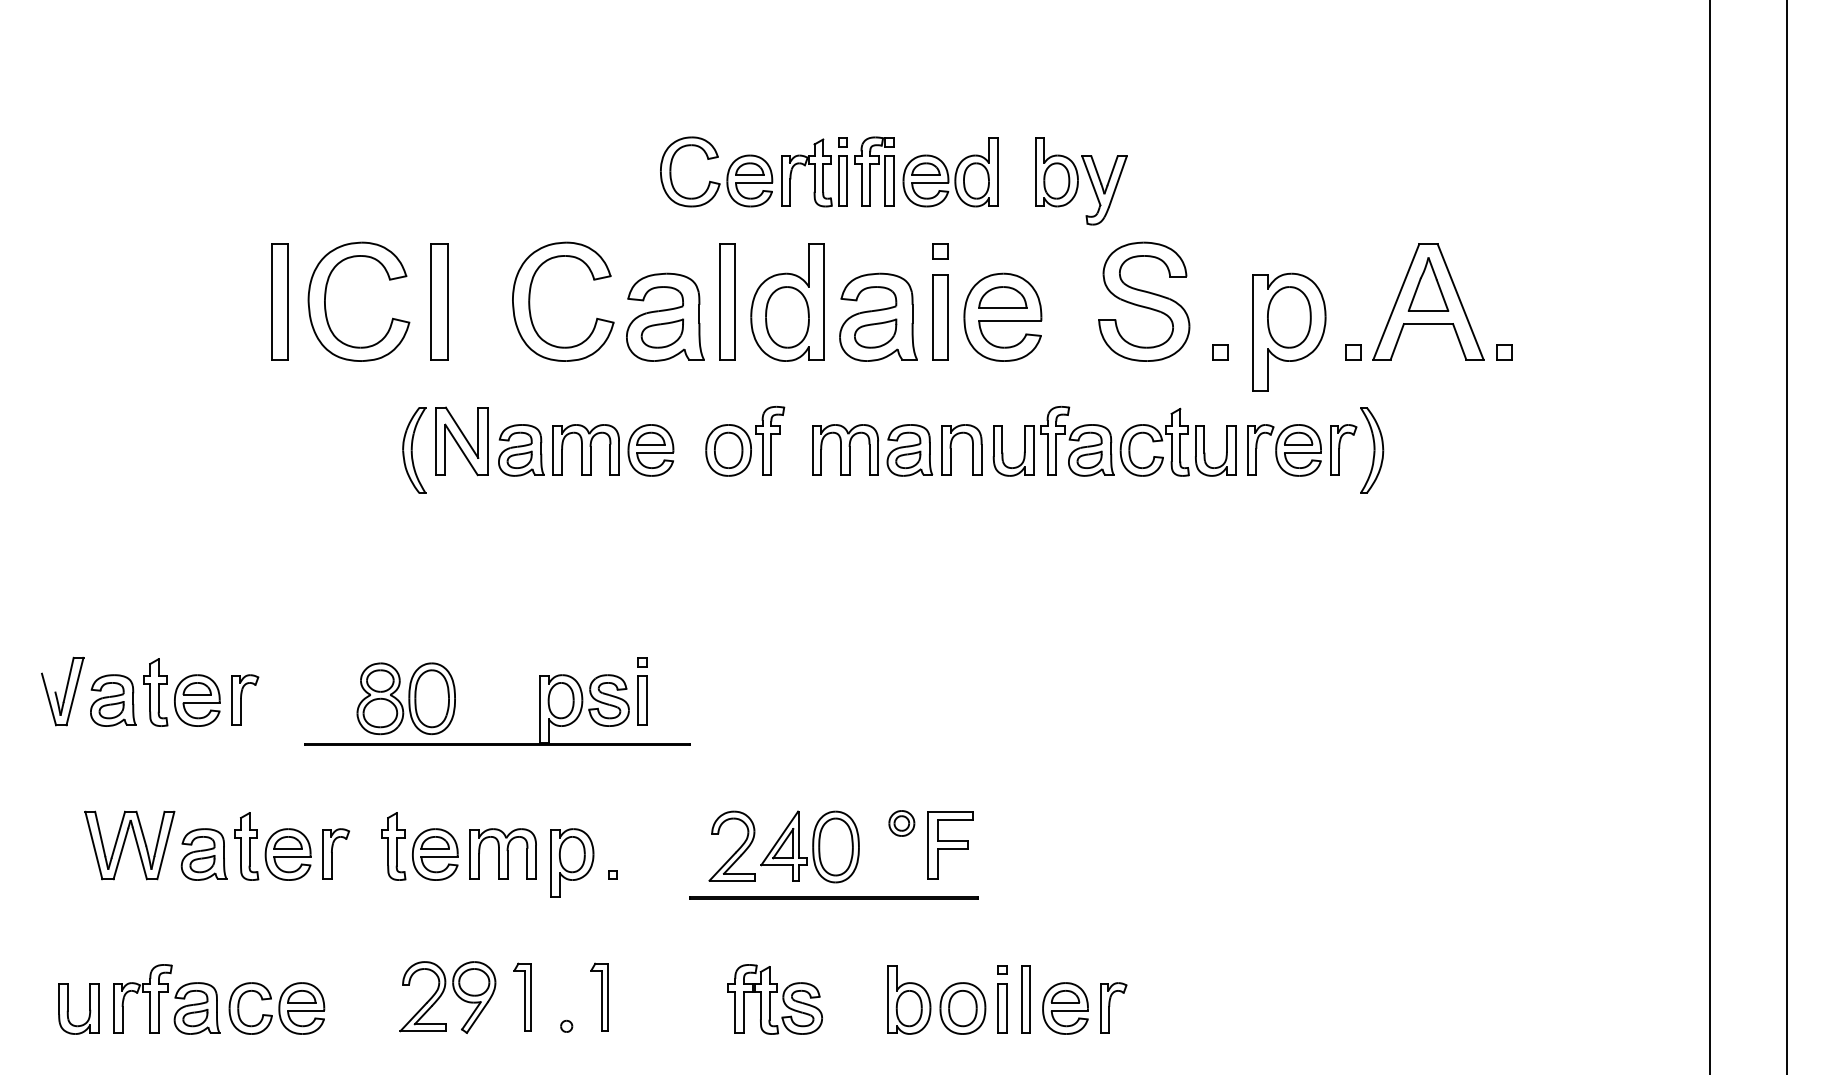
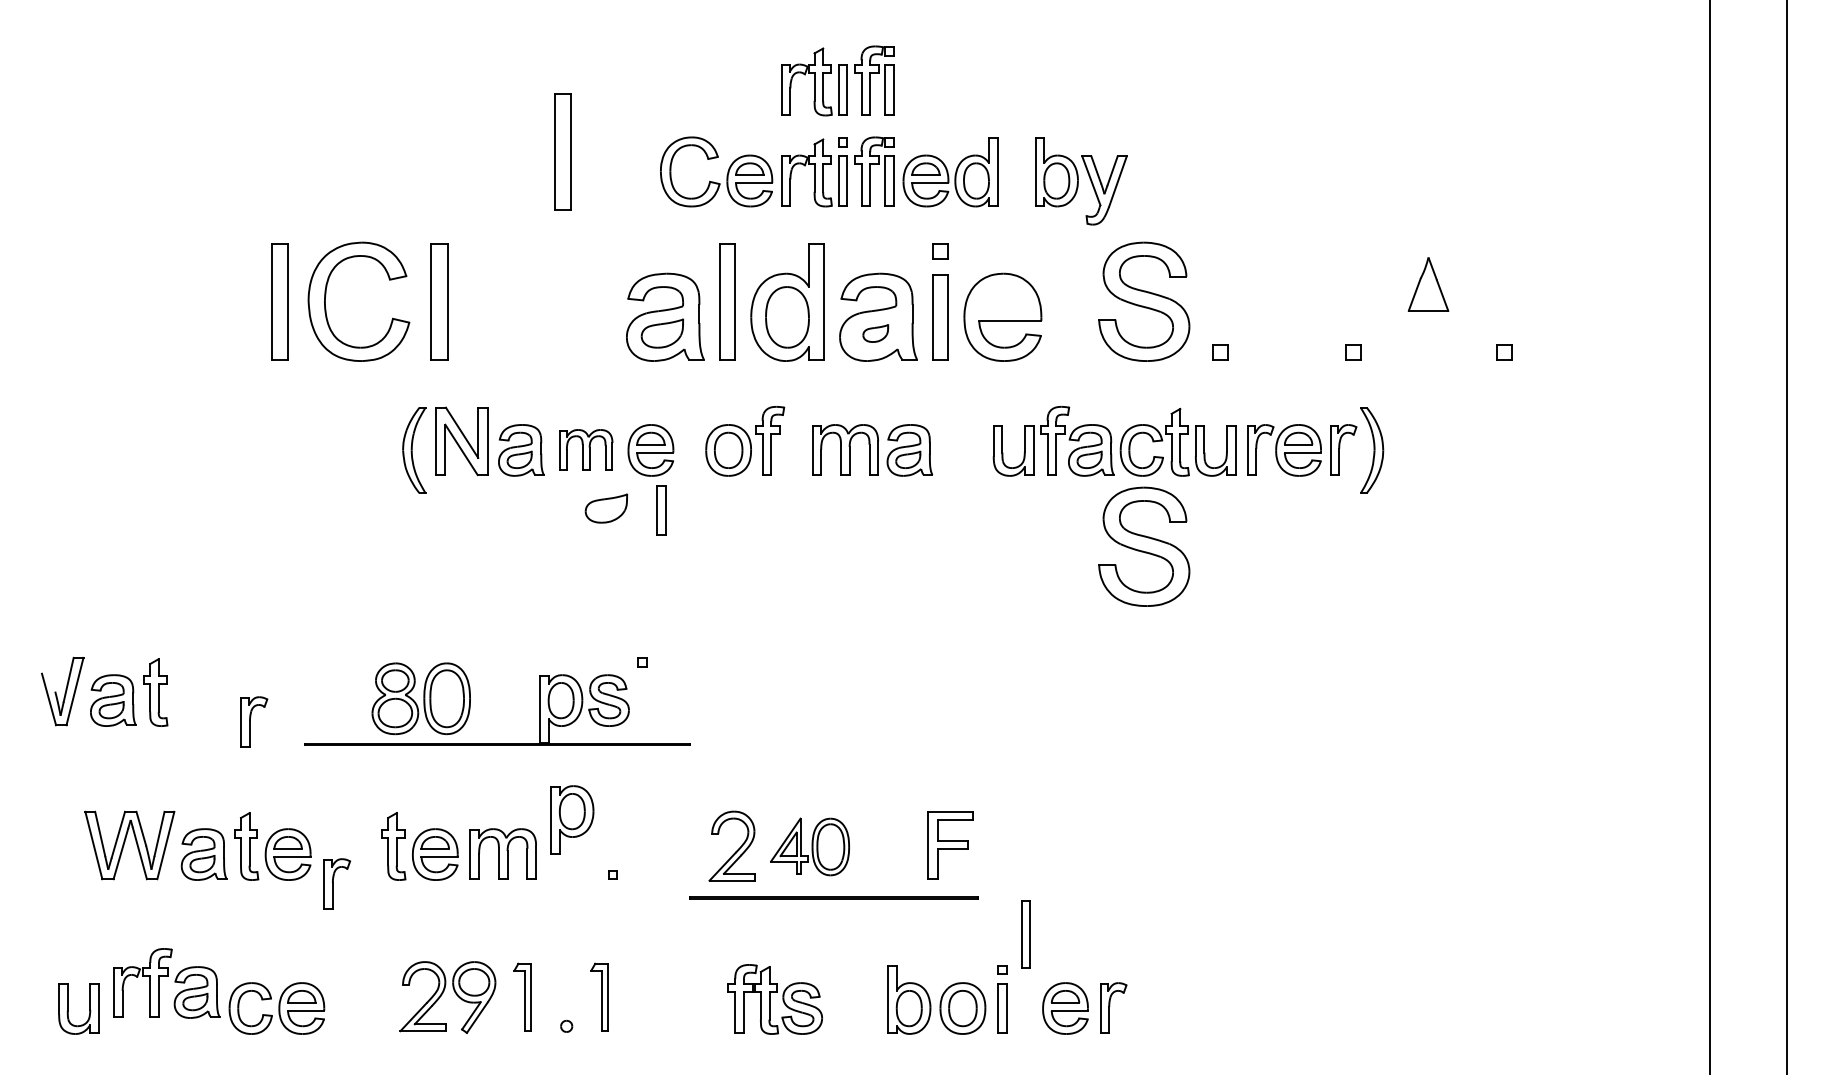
part at (837, 80): none -> present
part at (562, 151): none -> present
part at (1002, 297): present -> none
part at (530, 301): present -> none
part at (1428, 301): present -> none
part at (1289, 331): present -> none
part at (875, 333) size: 44x31 px -> 28x19 px
part at (585, 449) size: 68x52 px -> 55x42 px
part at (951, 449): present -> none
part at (605, 508): none -> present
part at (1144, 546): none -> present
part at (405, 698) position: (405, 698) -> (420, 698)
part at (245, 699) position: (245, 699) -> (254, 721)
part at (197, 700): present -> none
part at (642, 700) position: (642, 700) -> (661, 510)
part at (901, 823): present -> none
part at (809, 846) size: 100x74 px -> 80x60 px
part at (336, 853) position: (336, 853) -> (337, 883)
part at (572, 862) position: (572, 862) -> (572, 819)
part at (166, 992) position: (166, 992) -> (166, 976)
part at (1025, 999) position: (1025, 999) -> (1025, 934)
